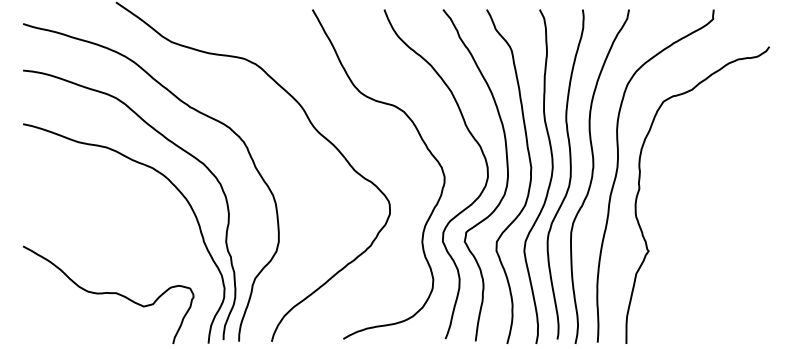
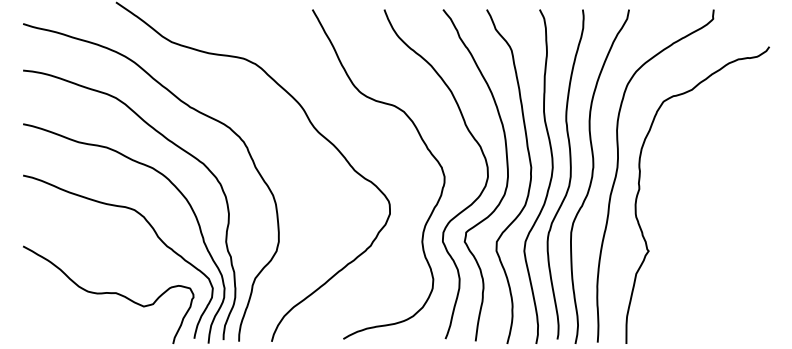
curve at (156, 236): none -> present
